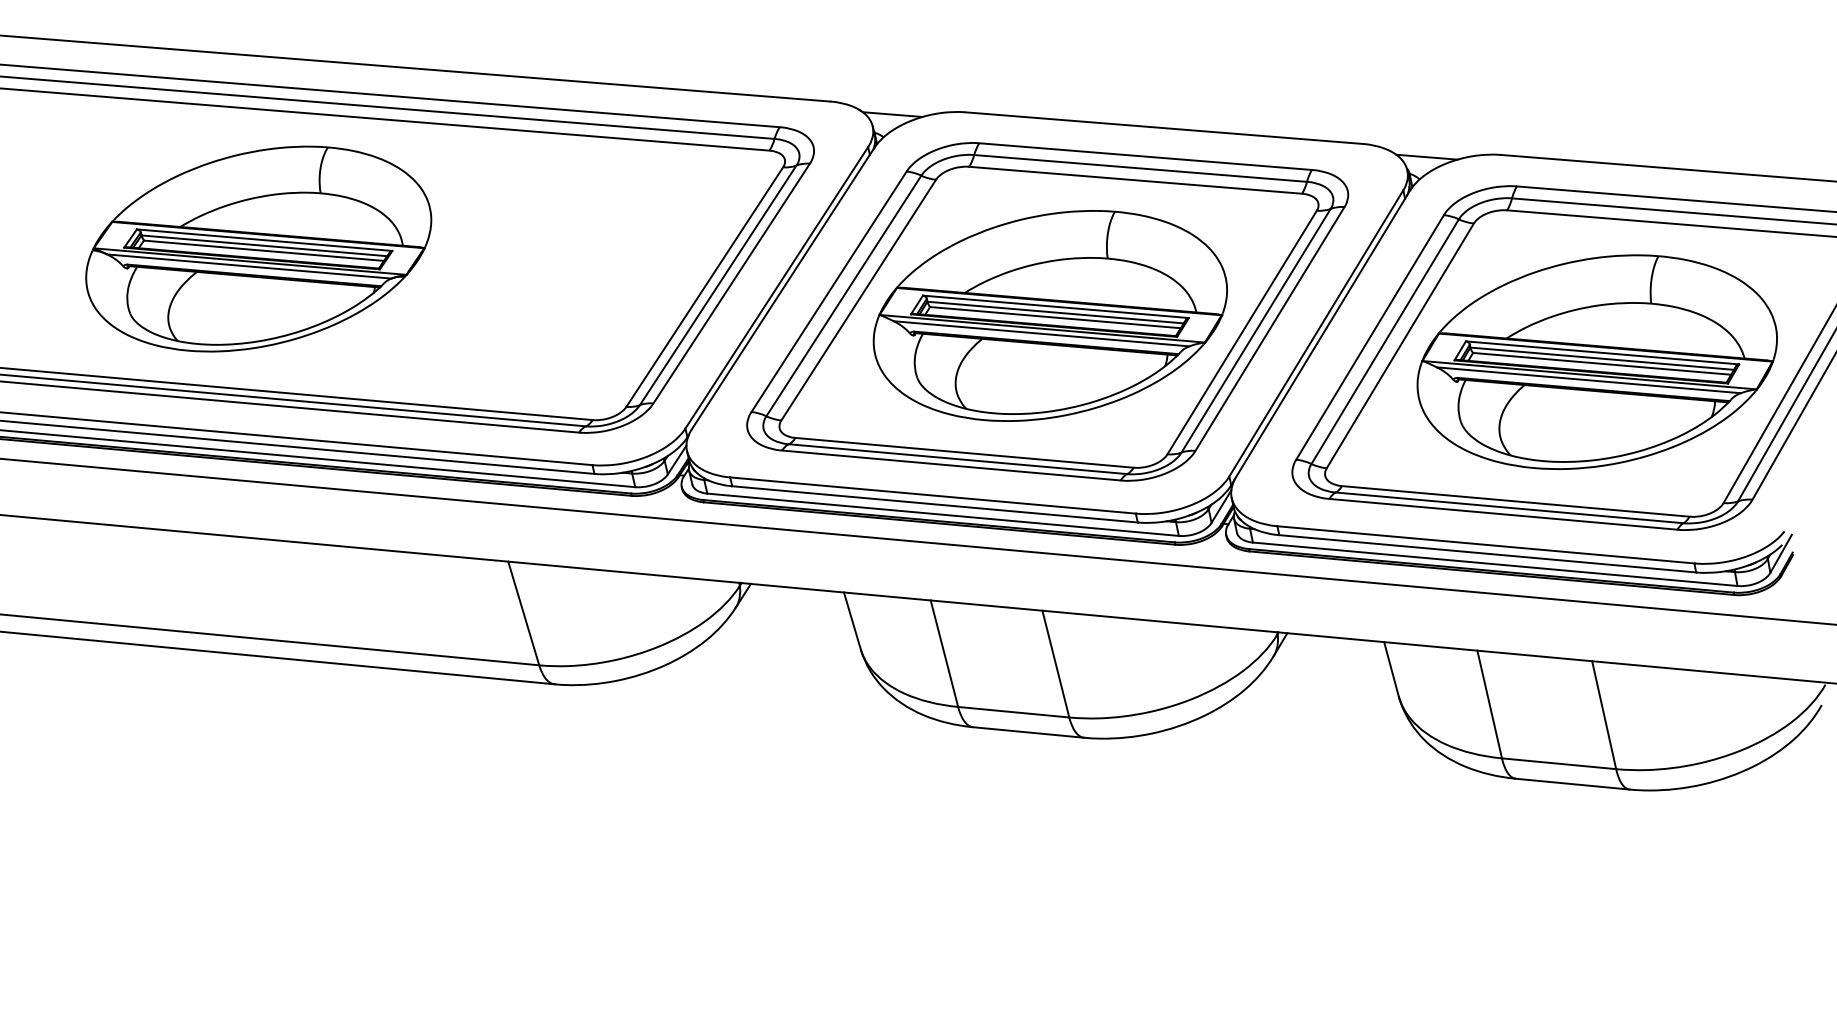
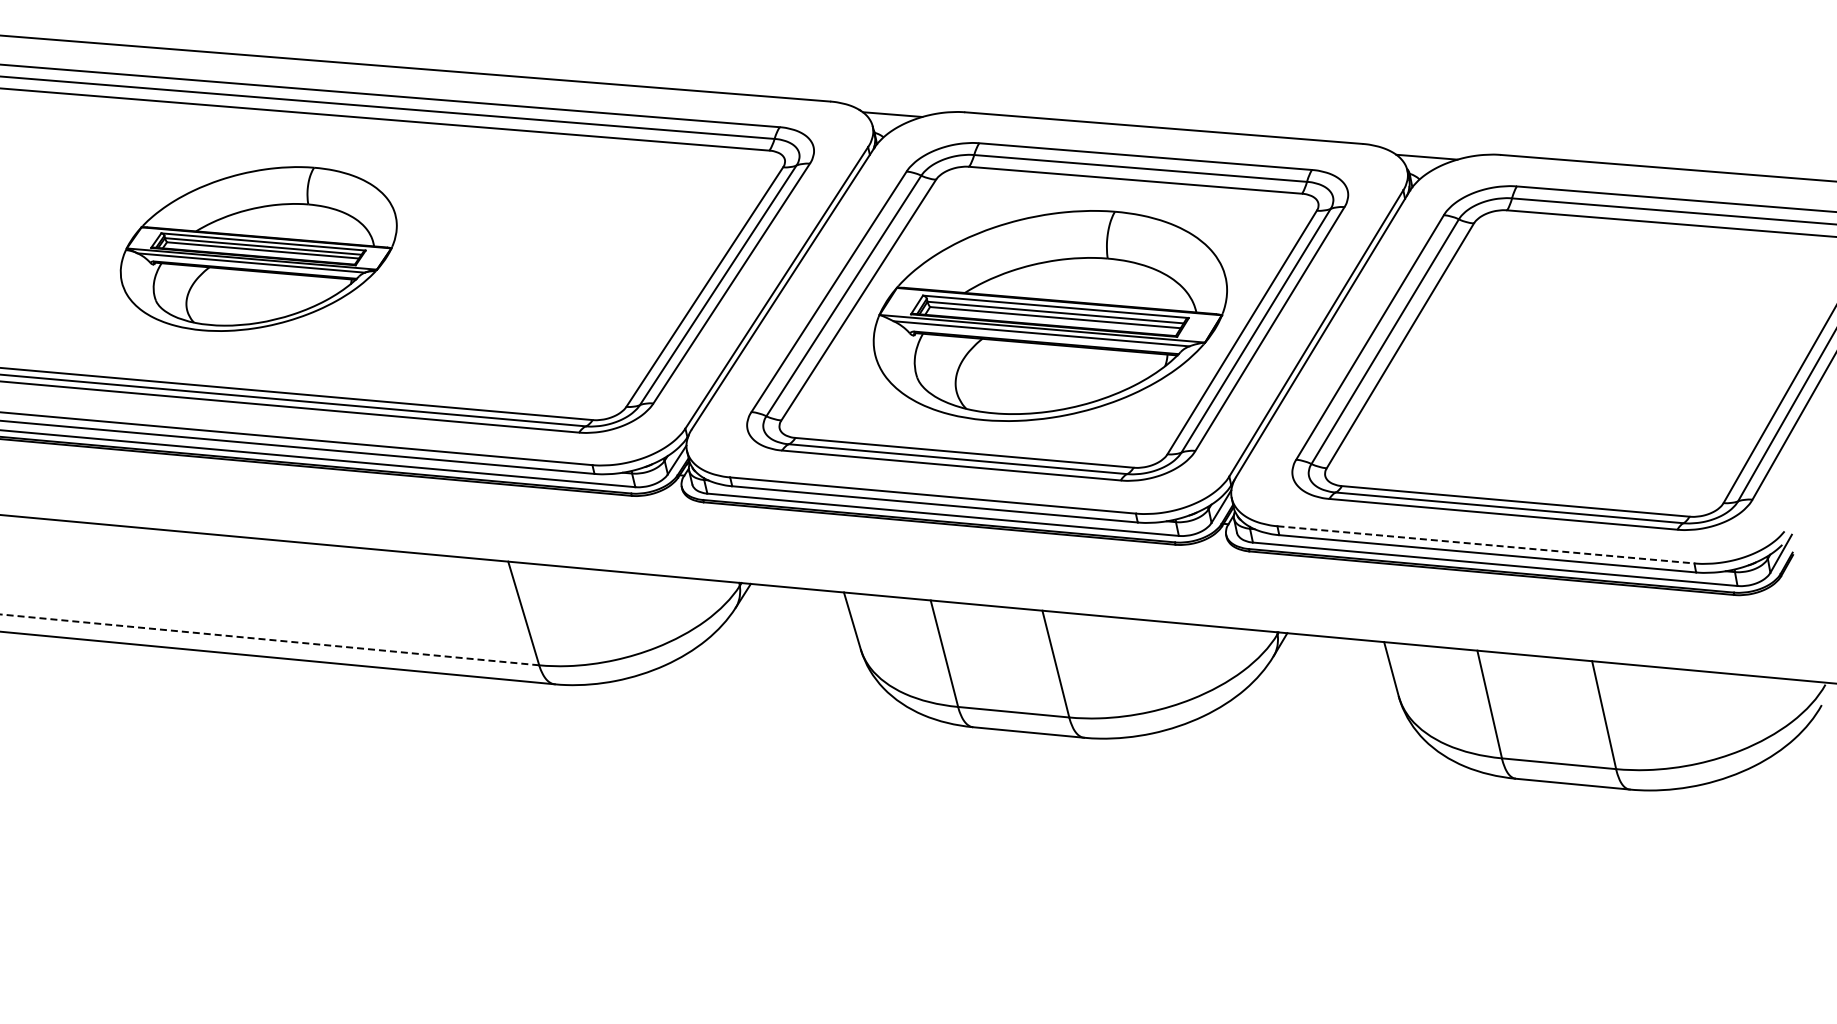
part at (258, 248) size: 348x208 px -> 279x166 px
part at (1596, 361): present -> none
line at (917, 541): present -> none
line at (1486, 544): solid -> dashed
line at (269, 639): solid -> dashed
